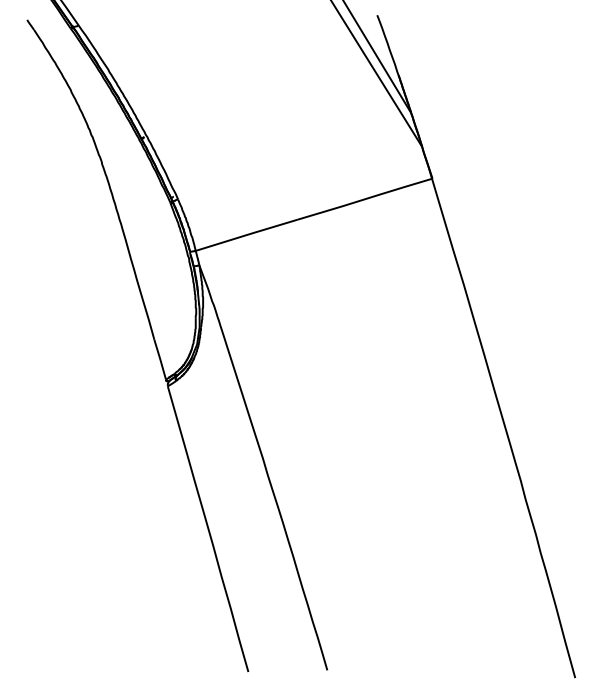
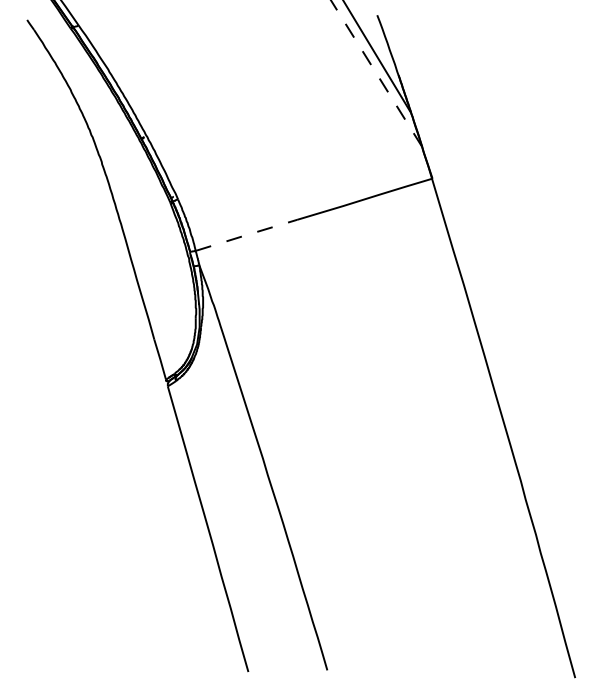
line at (376, 73): solid -> dashed
line at (246, 235): solid -> dashed
